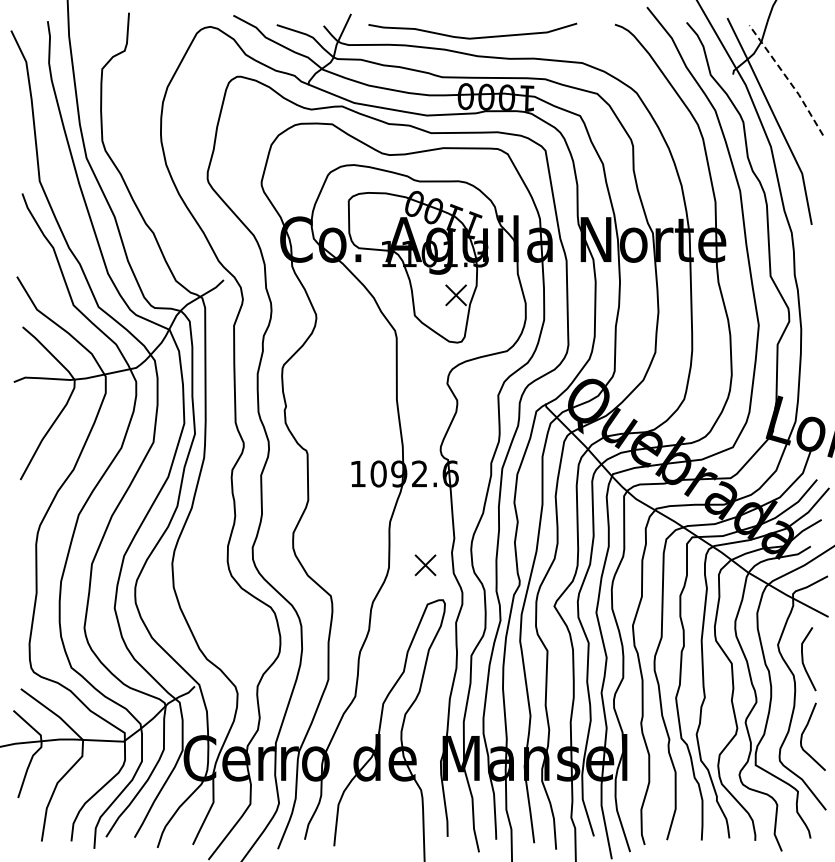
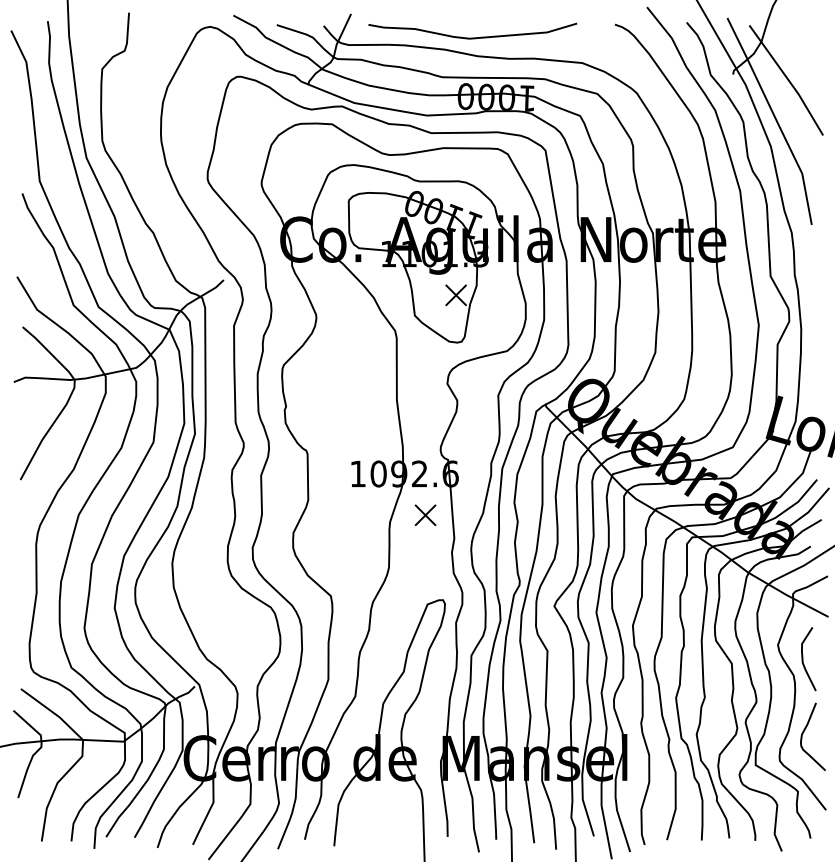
line at (787, 79): dashed -> solid
part at (425, 565) position: (425, 565) -> (425, 515)
